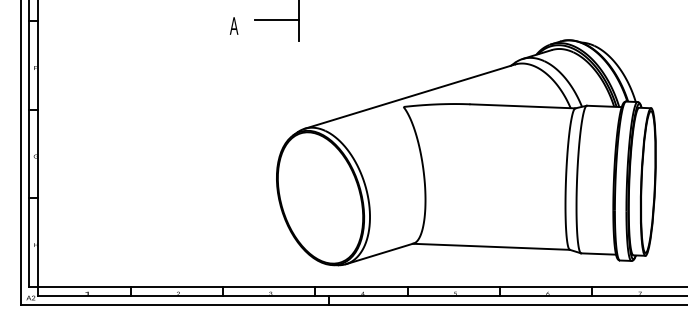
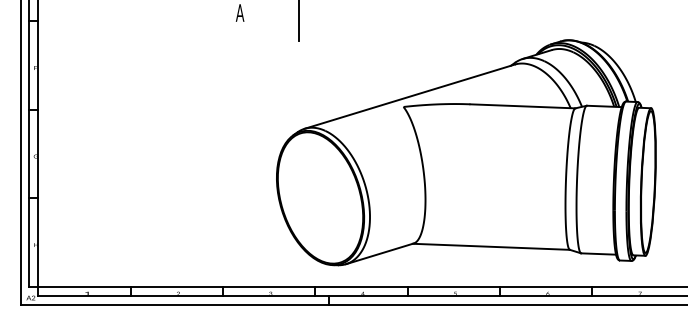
line at (276, 20): present -> none
text at (233, 25) position: (233, 25) -> (239, 12)
